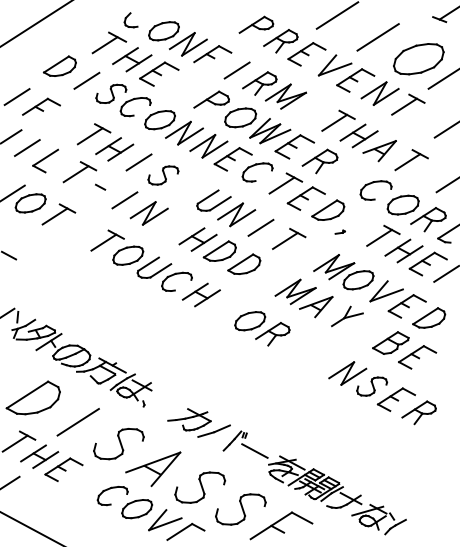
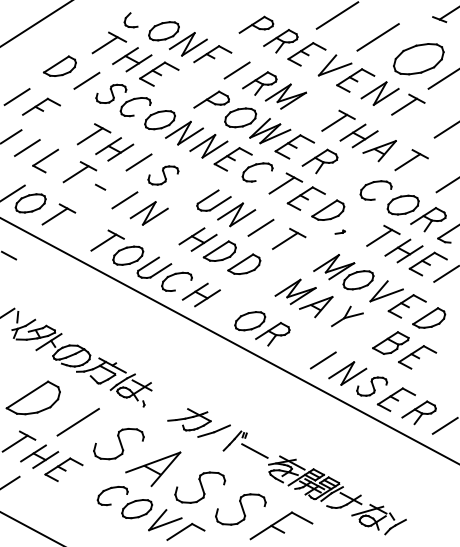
line at (229, 340): none -> present
line at (322, 360): none -> present
line at (444, 425): none -> present
